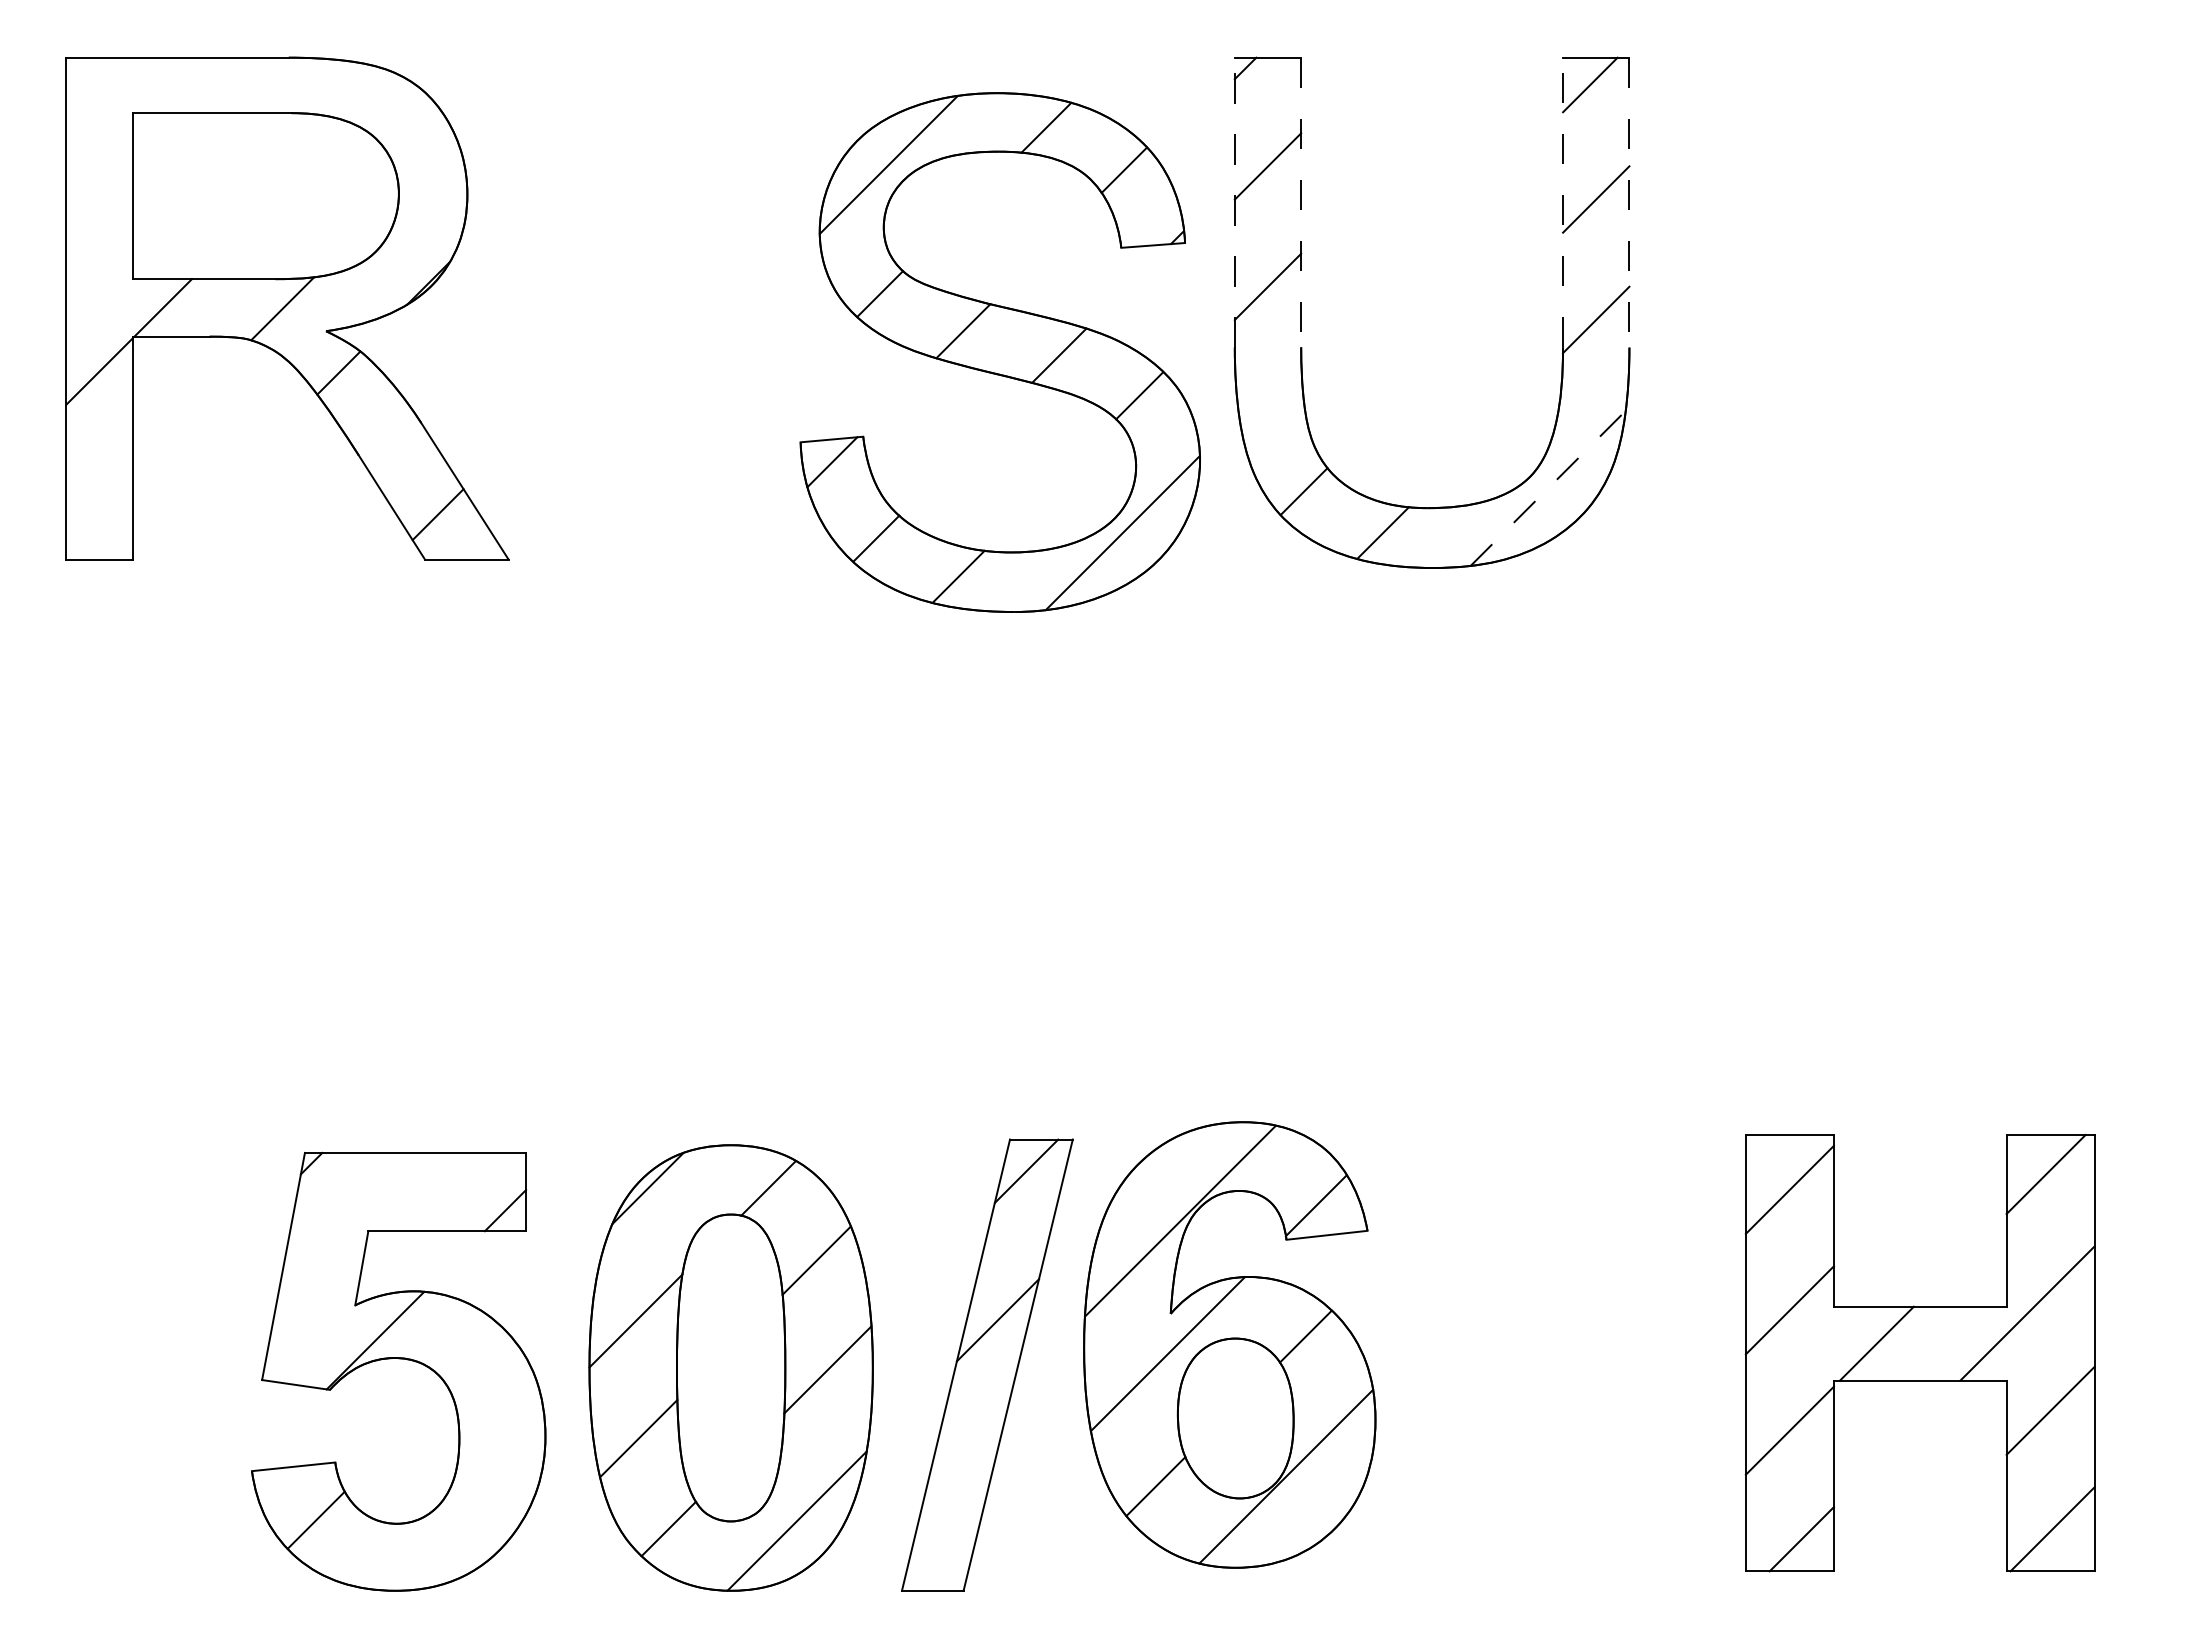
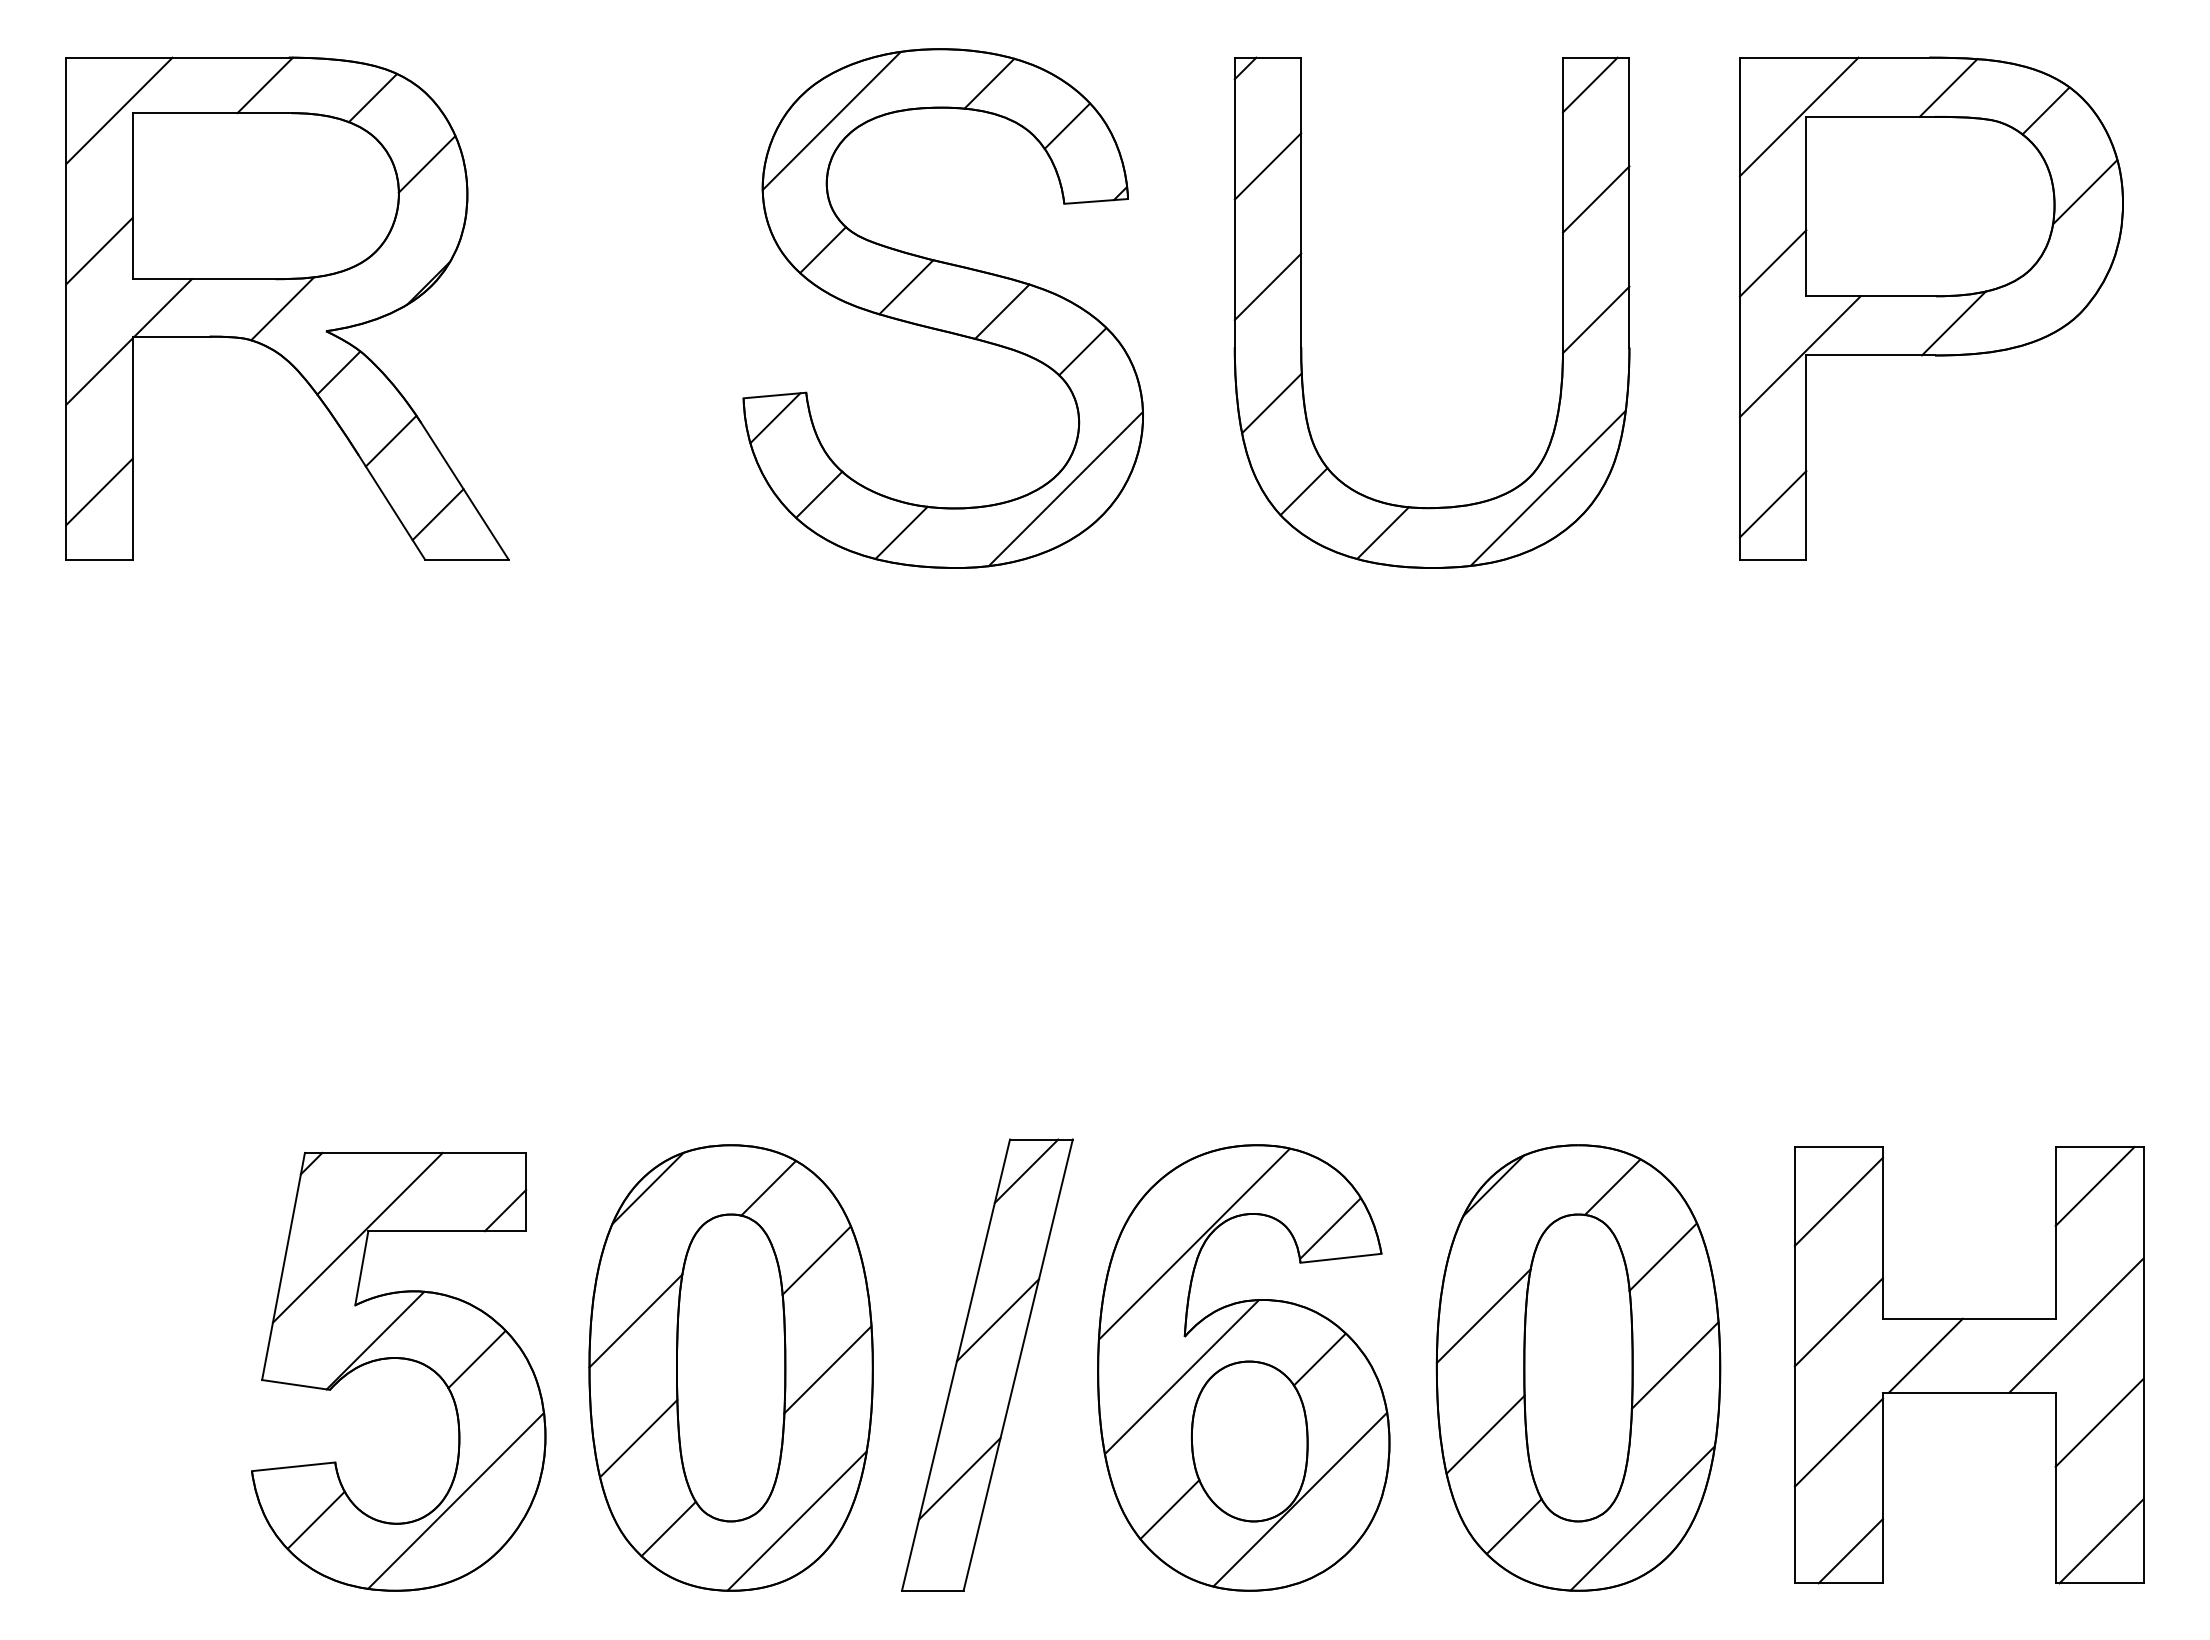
line at (264, 85): none -> present
line at (372, 98): none -> present
line at (119, 110): none -> present
line at (426, 164): none -> present
line at (1234, 202): dashed -> solid
line at (1301, 202): dashed -> solid
line at (1563, 202): dashed -> solid
line at (1629, 202): dashed -> solid
line at (99, 251): none -> present
part at (1930, 308): none -> present
part at (999, 352) position: (999, 352) -> (942, 308)
line at (1271, 403): none -> present
line at (390, 440): none -> present
line at (1548, 488): dashed -> solid
line at (99, 491): none -> present
line at (357, 1237): none -> present
part at (1229, 1344) position: (1229, 1344) -> (1243, 1367)
part at (1919, 1352) position: (1919, 1352) -> (1968, 1364)
line at (476, 1359): none -> present
part at (1578, 1367): none -> present
line at (959, 1478): none -> present
line at (455, 1500): none -> present
